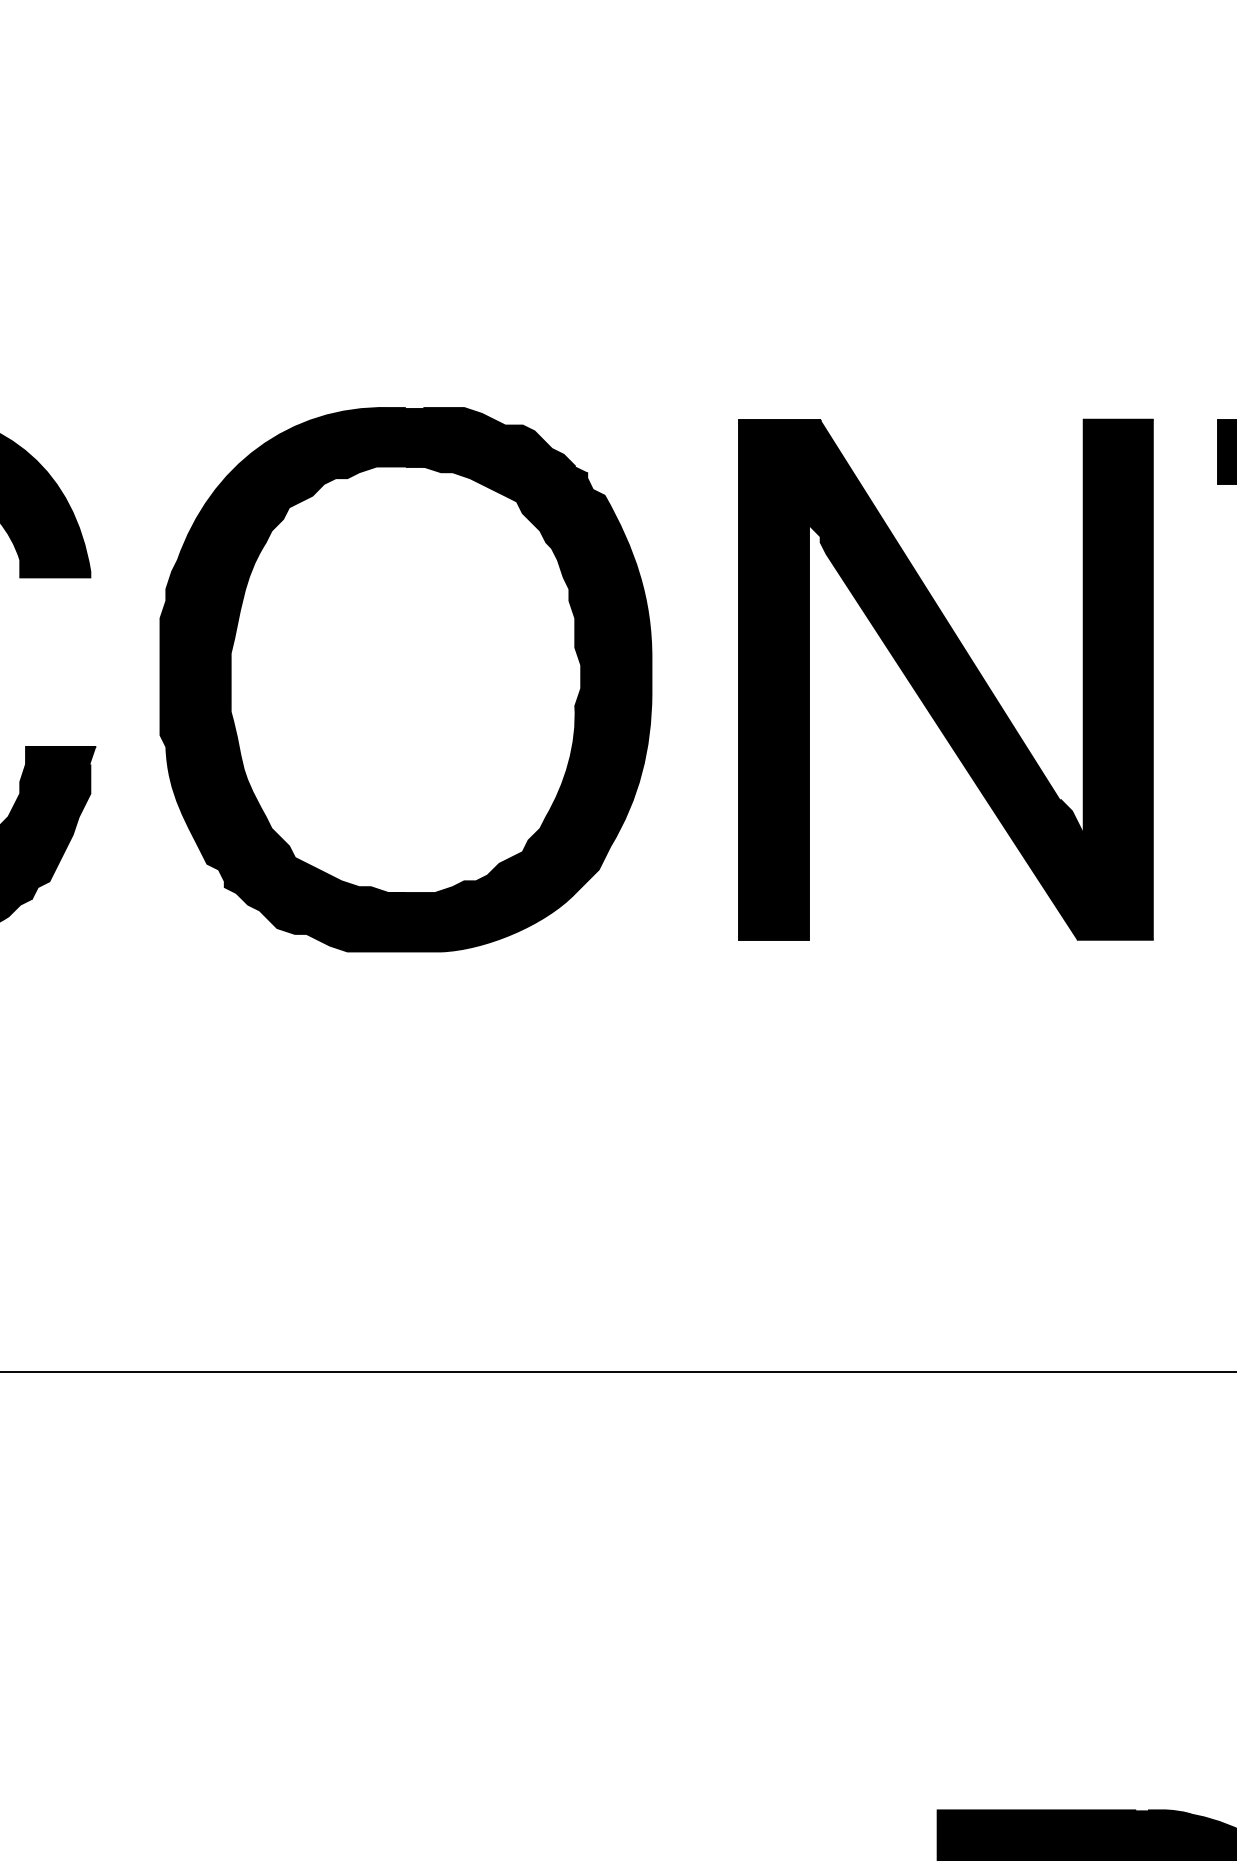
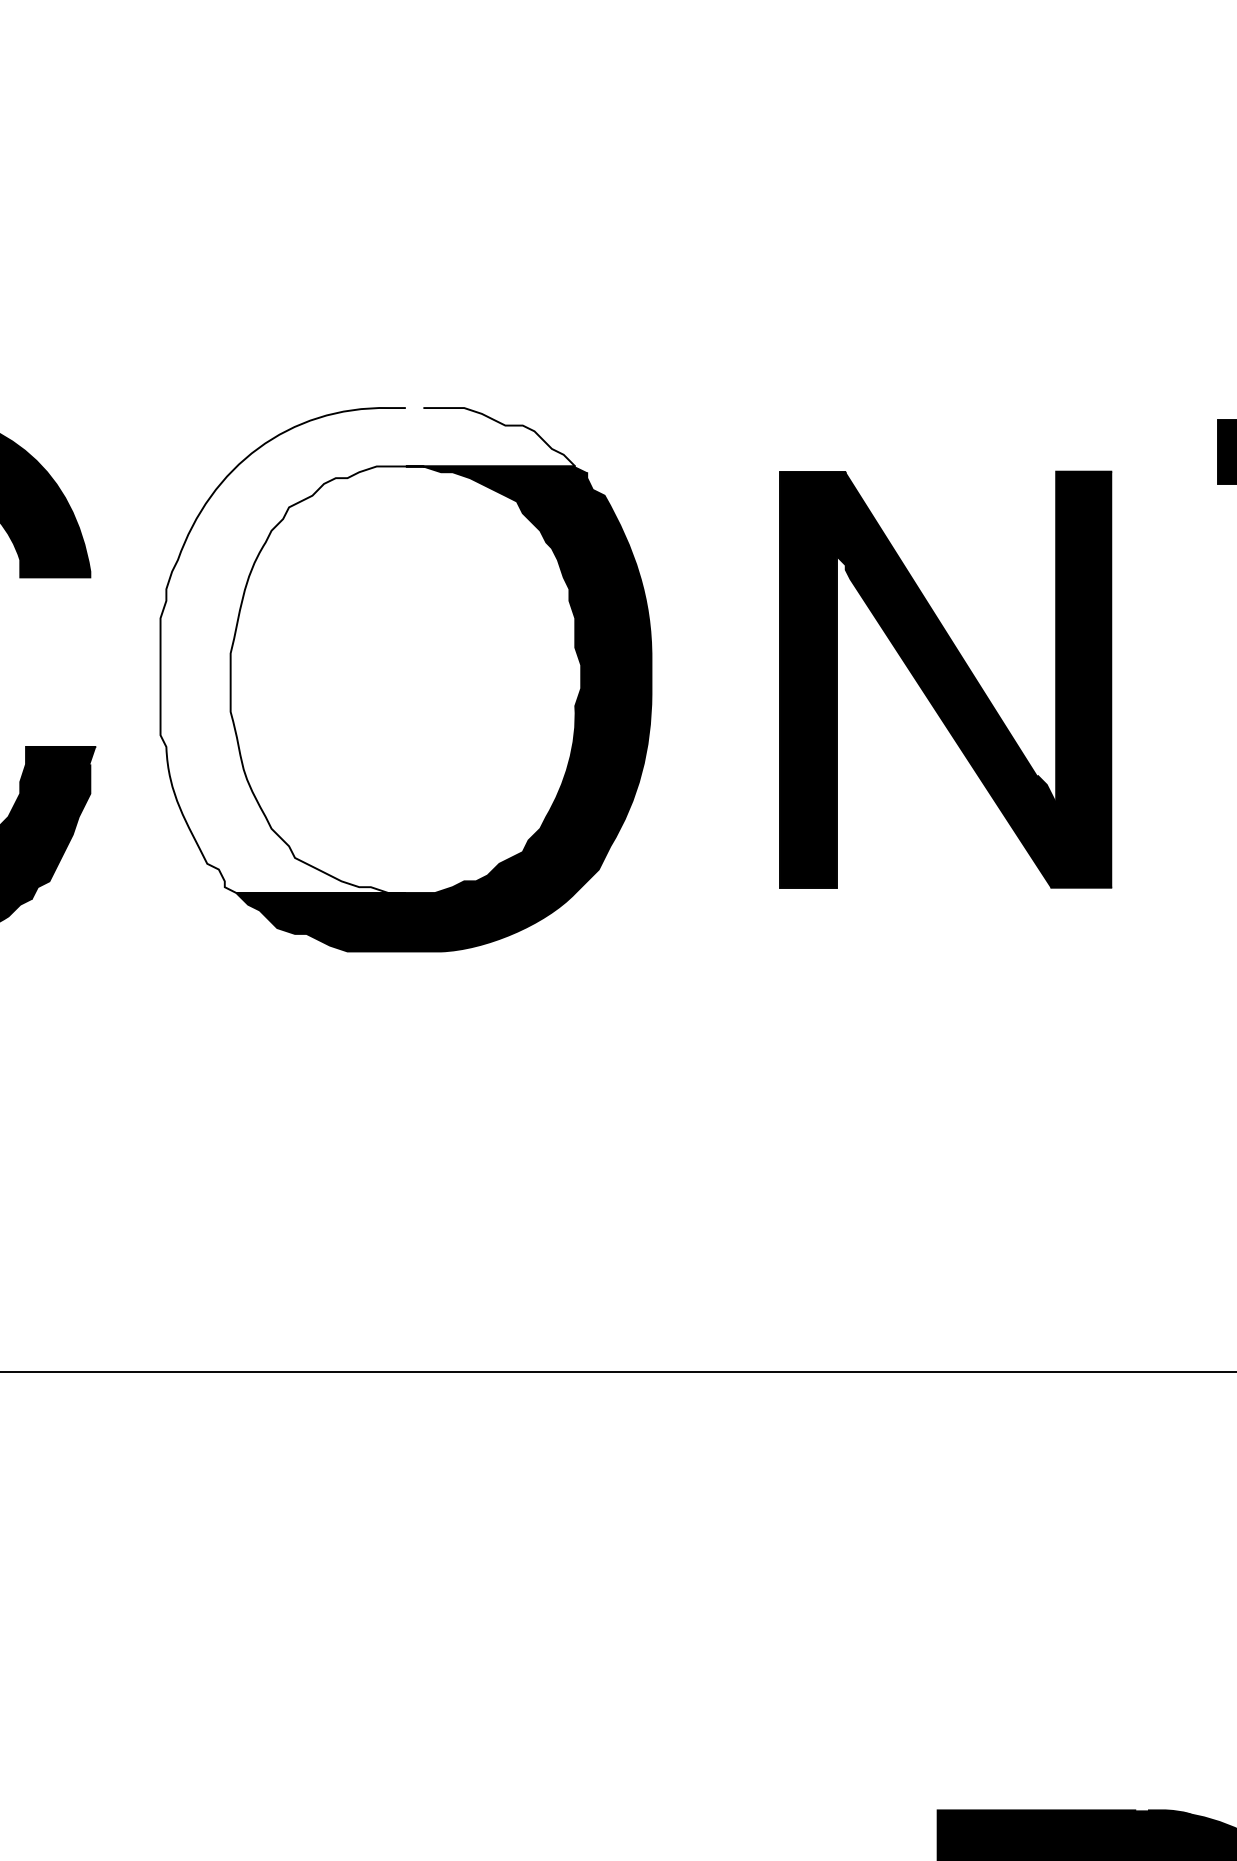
fill at (367, 650): present -> none
part at (945, 679) size: 416x523 px -> 334x419 px
